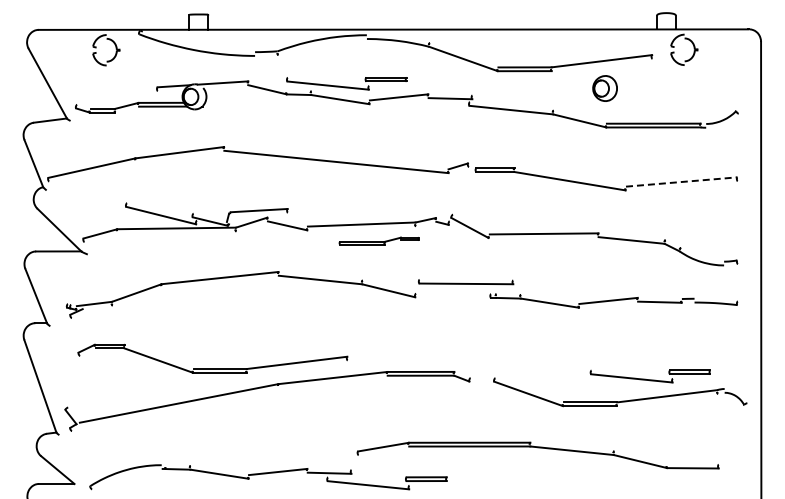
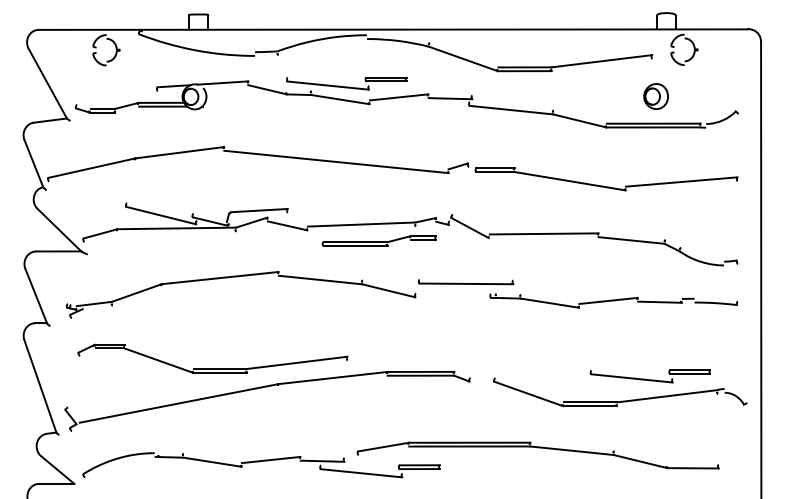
part at (604, 88) position: (604, 88) -> (655, 96)
line at (681, 182): dashed -> solid
part at (378, 240) size: 82x10 px -> 116x12 px
part at (268, 477) position: (268, 477) -> (261, 465)
